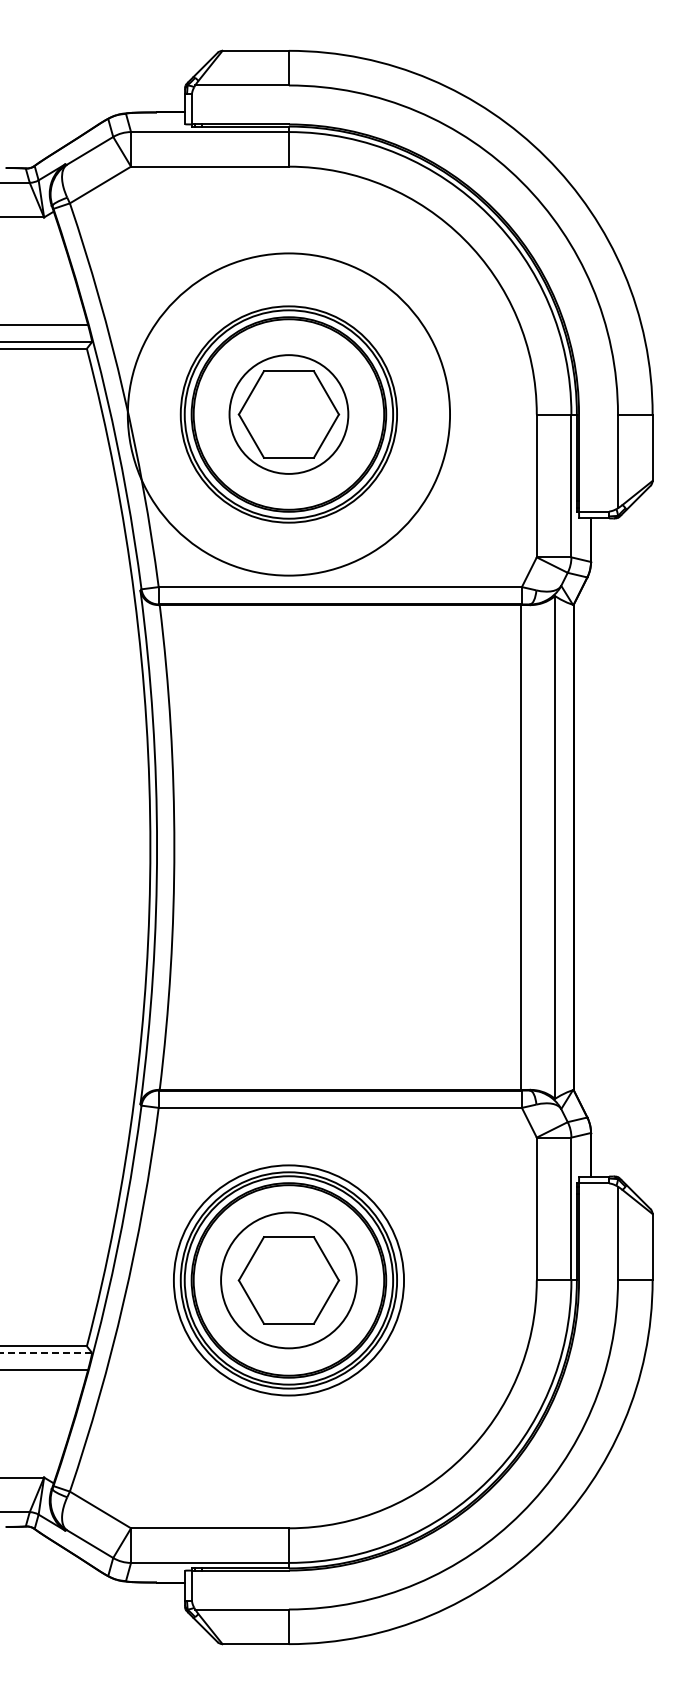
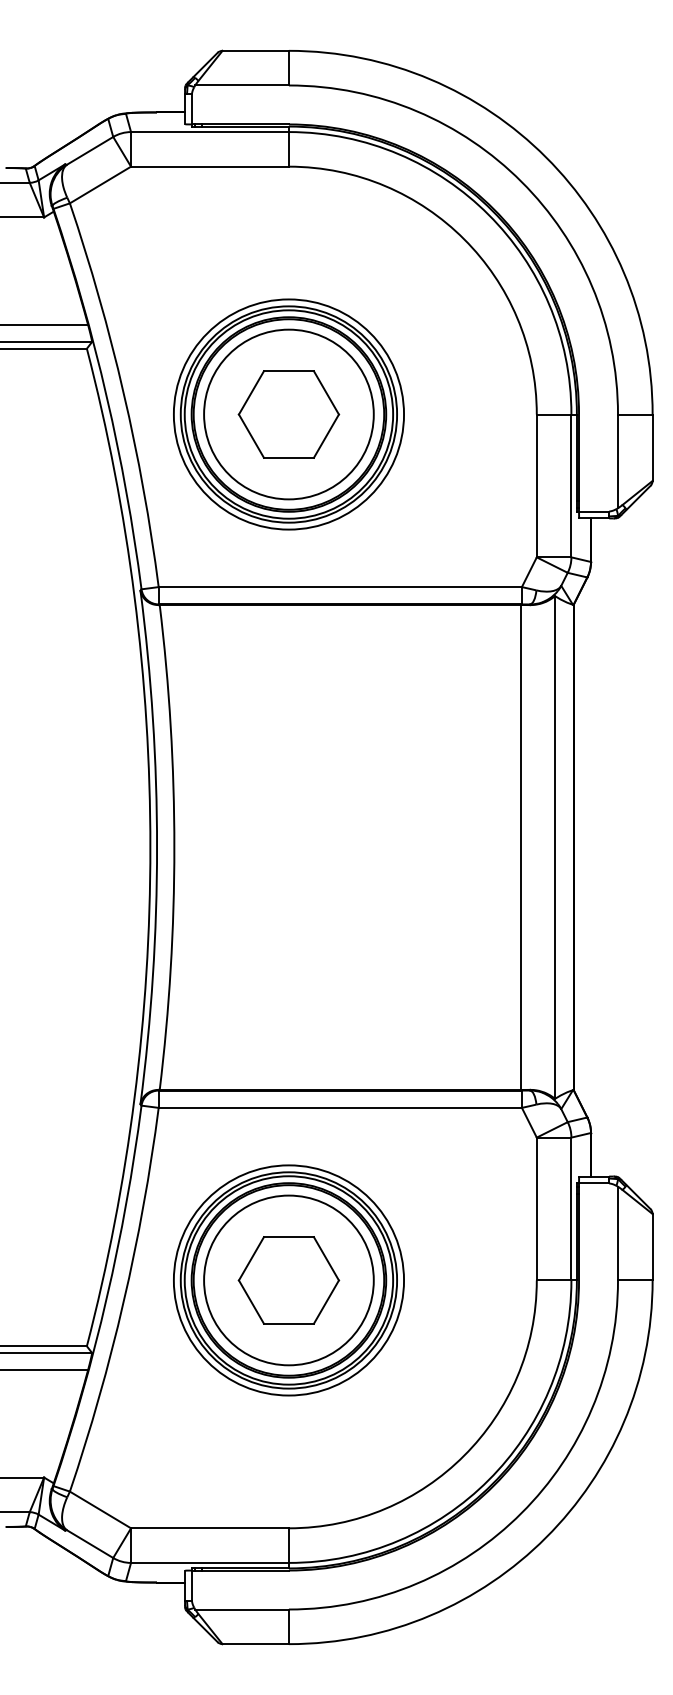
circle at (288, 414) diameter: 119 px -> 170 px
circle at (288, 414) diameter: 322 px -> 230 px
circle at (288, 1280) diameter: 136 px -> 170 px
line at (46, 1352): dashed -> solid
